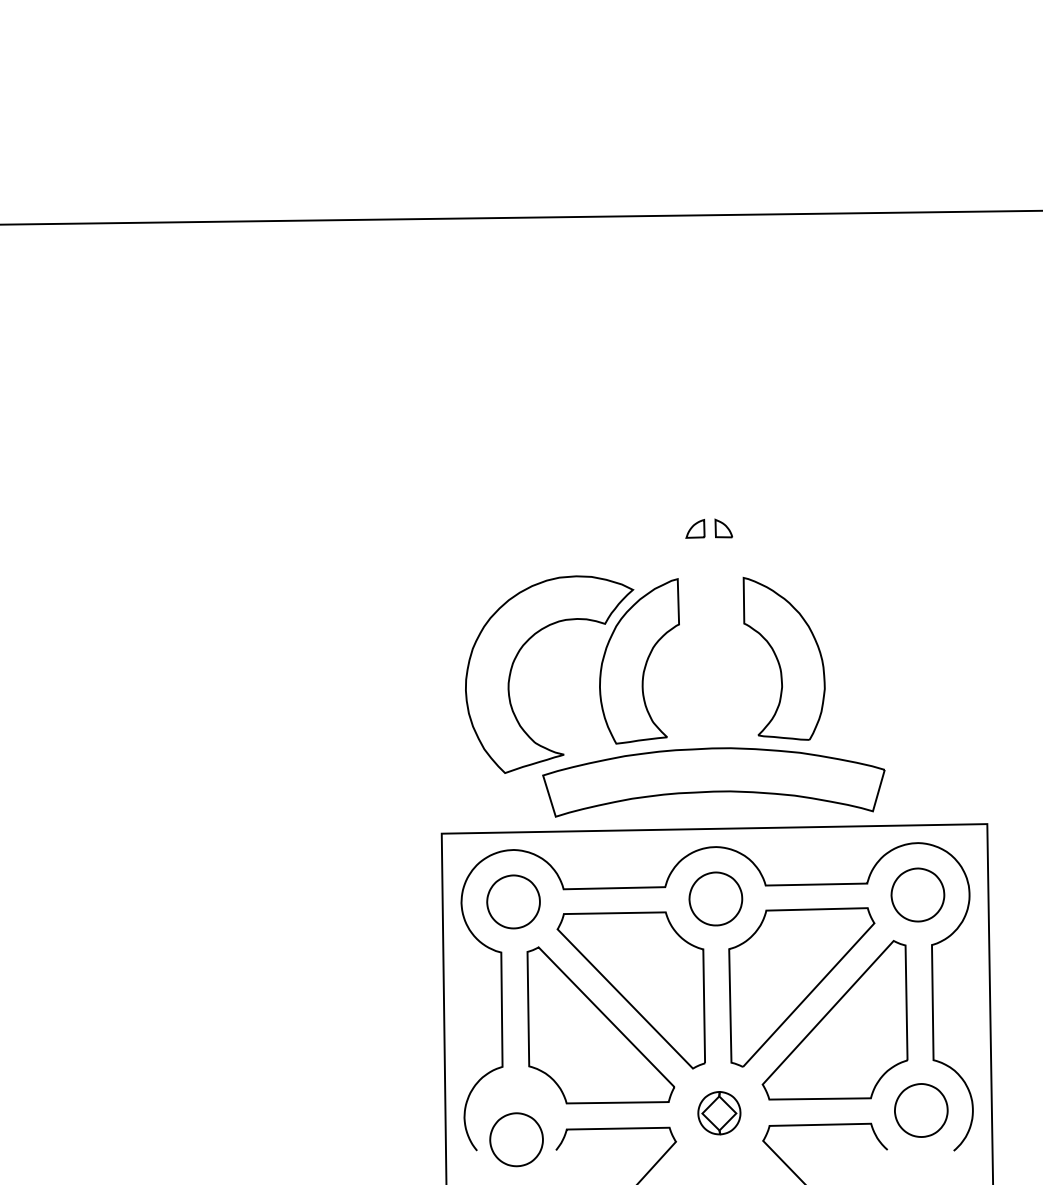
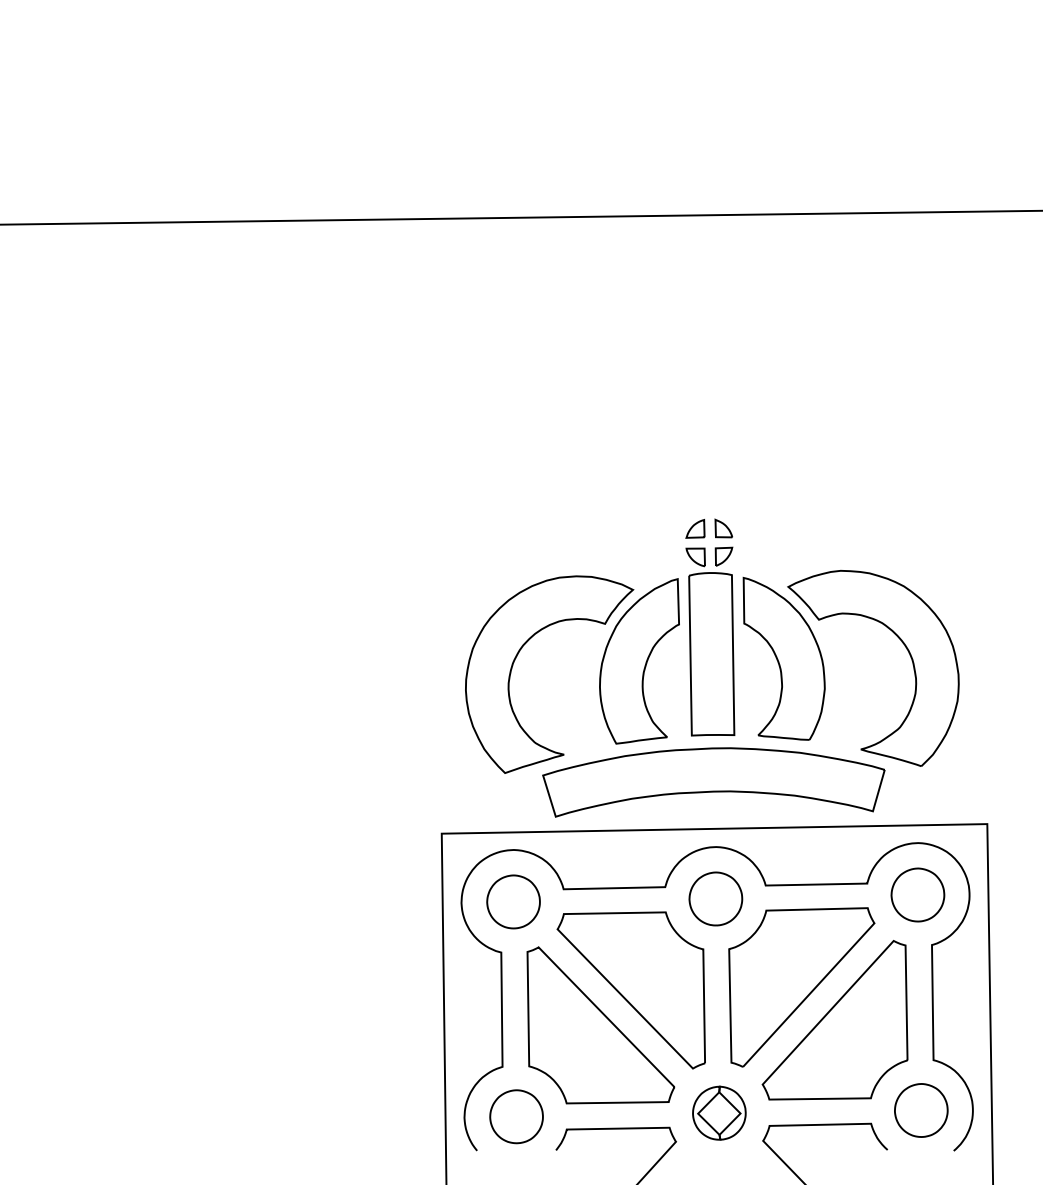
part at (710, 641): none -> present
part at (904, 646): none -> present
part at (719, 1113) size: 45x45 px -> 55x56 px
part at (516, 1139) position: (516, 1139) -> (516, 1116)
